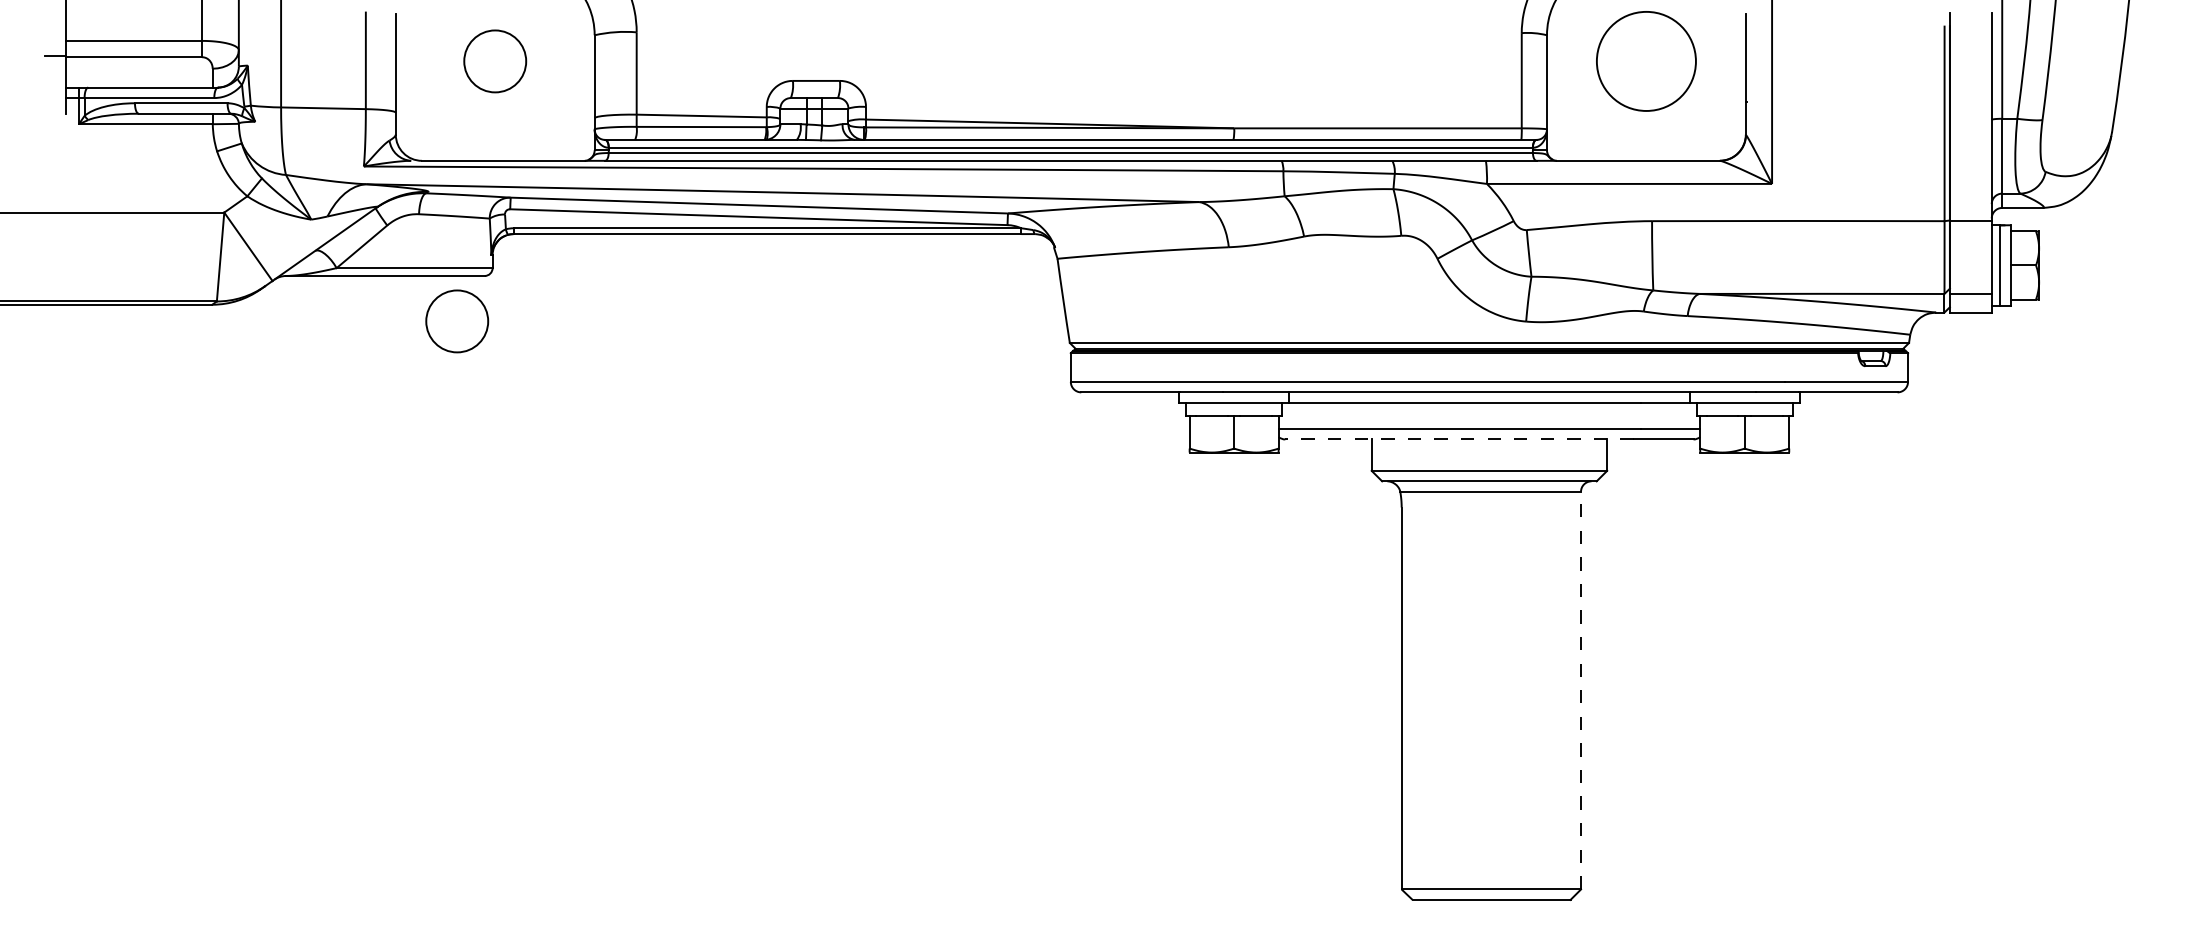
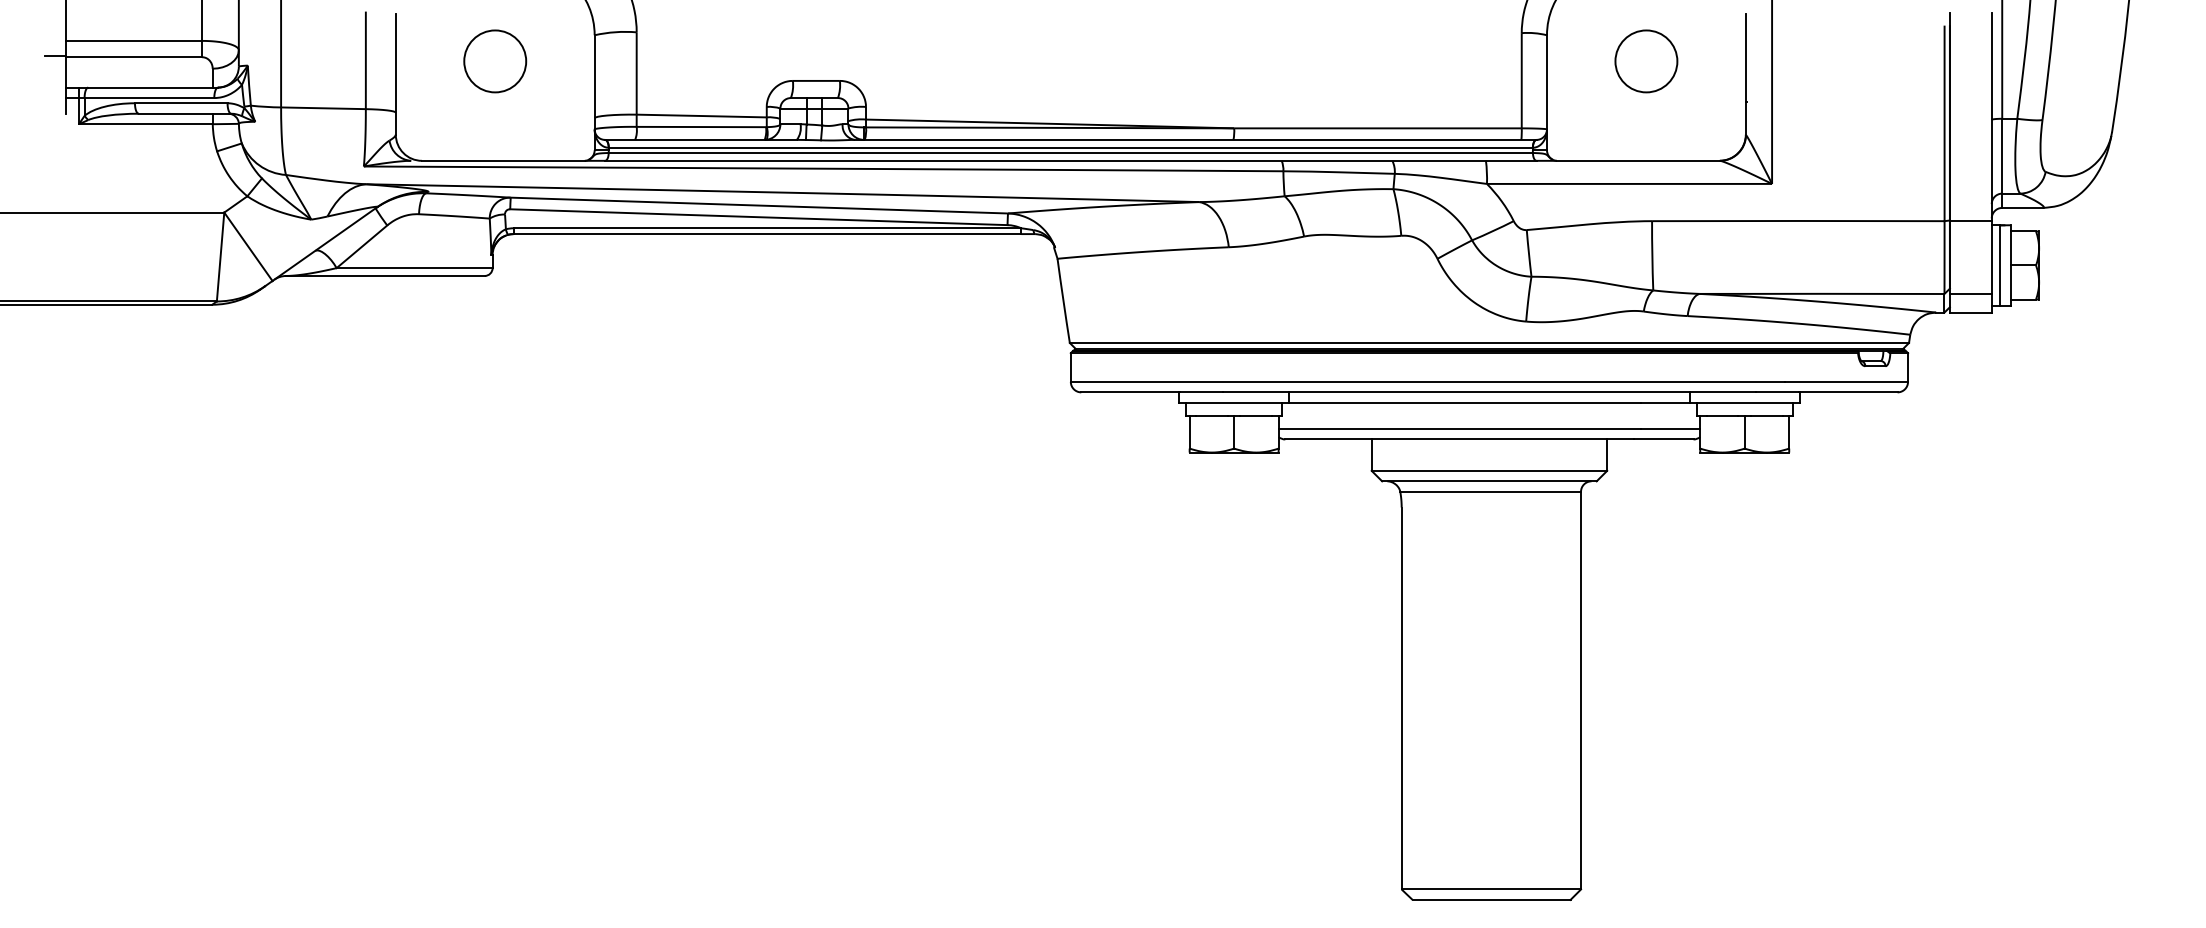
circle at (1645, 60) diameter: 99 px -> 62 px
circle at (457, 321): present -> none
line at (1459, 439): dashed -> solid
line at (1581, 690): dashed -> solid
